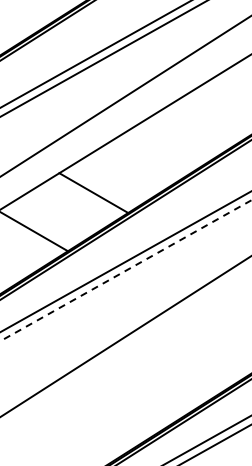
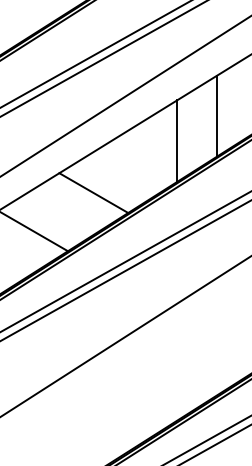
line at (216, 115): none -> present
line at (177, 140): none -> present
line at (125, 270): dashed -> solid
